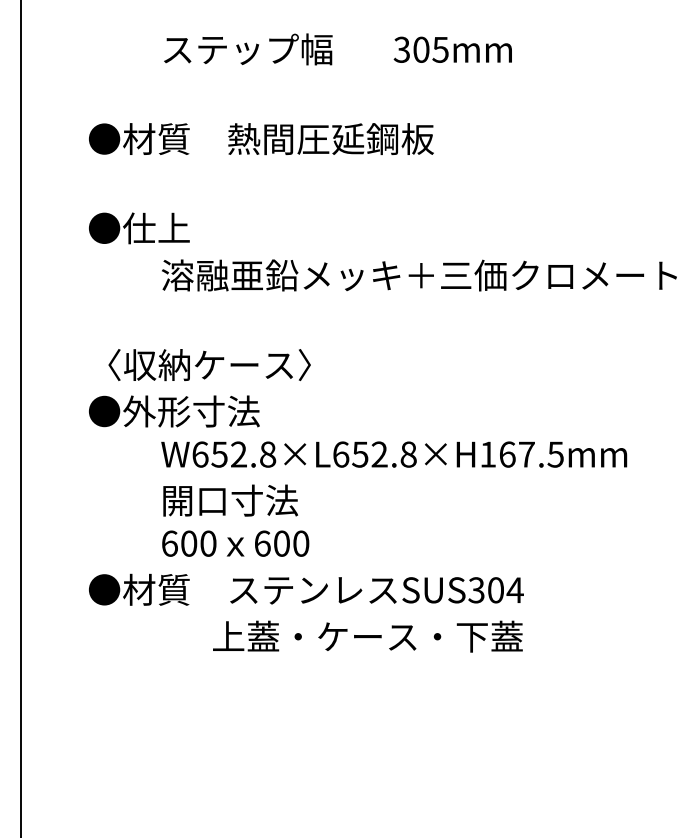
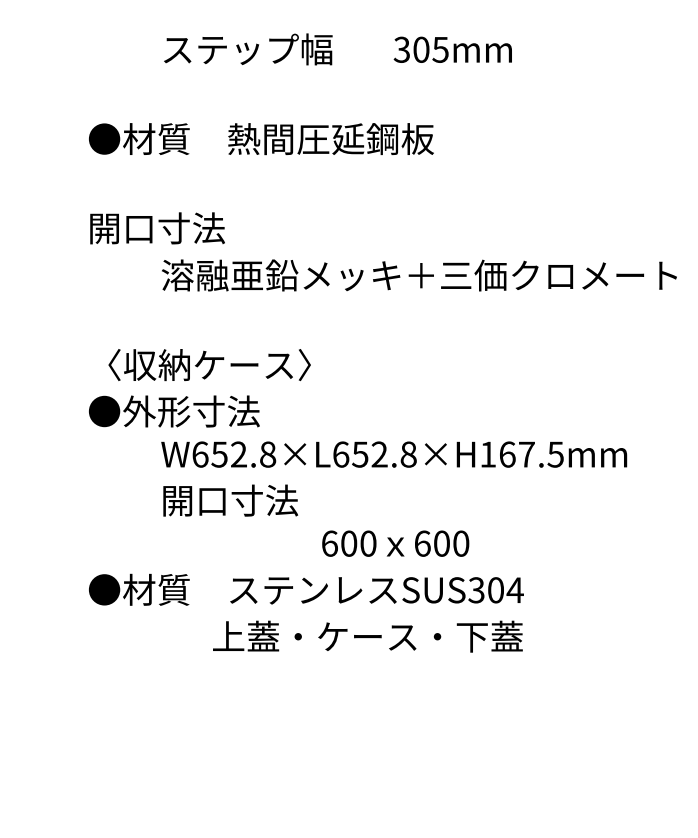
text at (156, 228): ●仕上 -> 開口寸法
line at (20, 418): present -> none
text at (235, 543) position: (235, 543) -> (395, 543)
